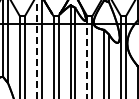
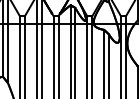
line at (36, 49): dashed -> solid
line at (87, 57): dashed -> solid
